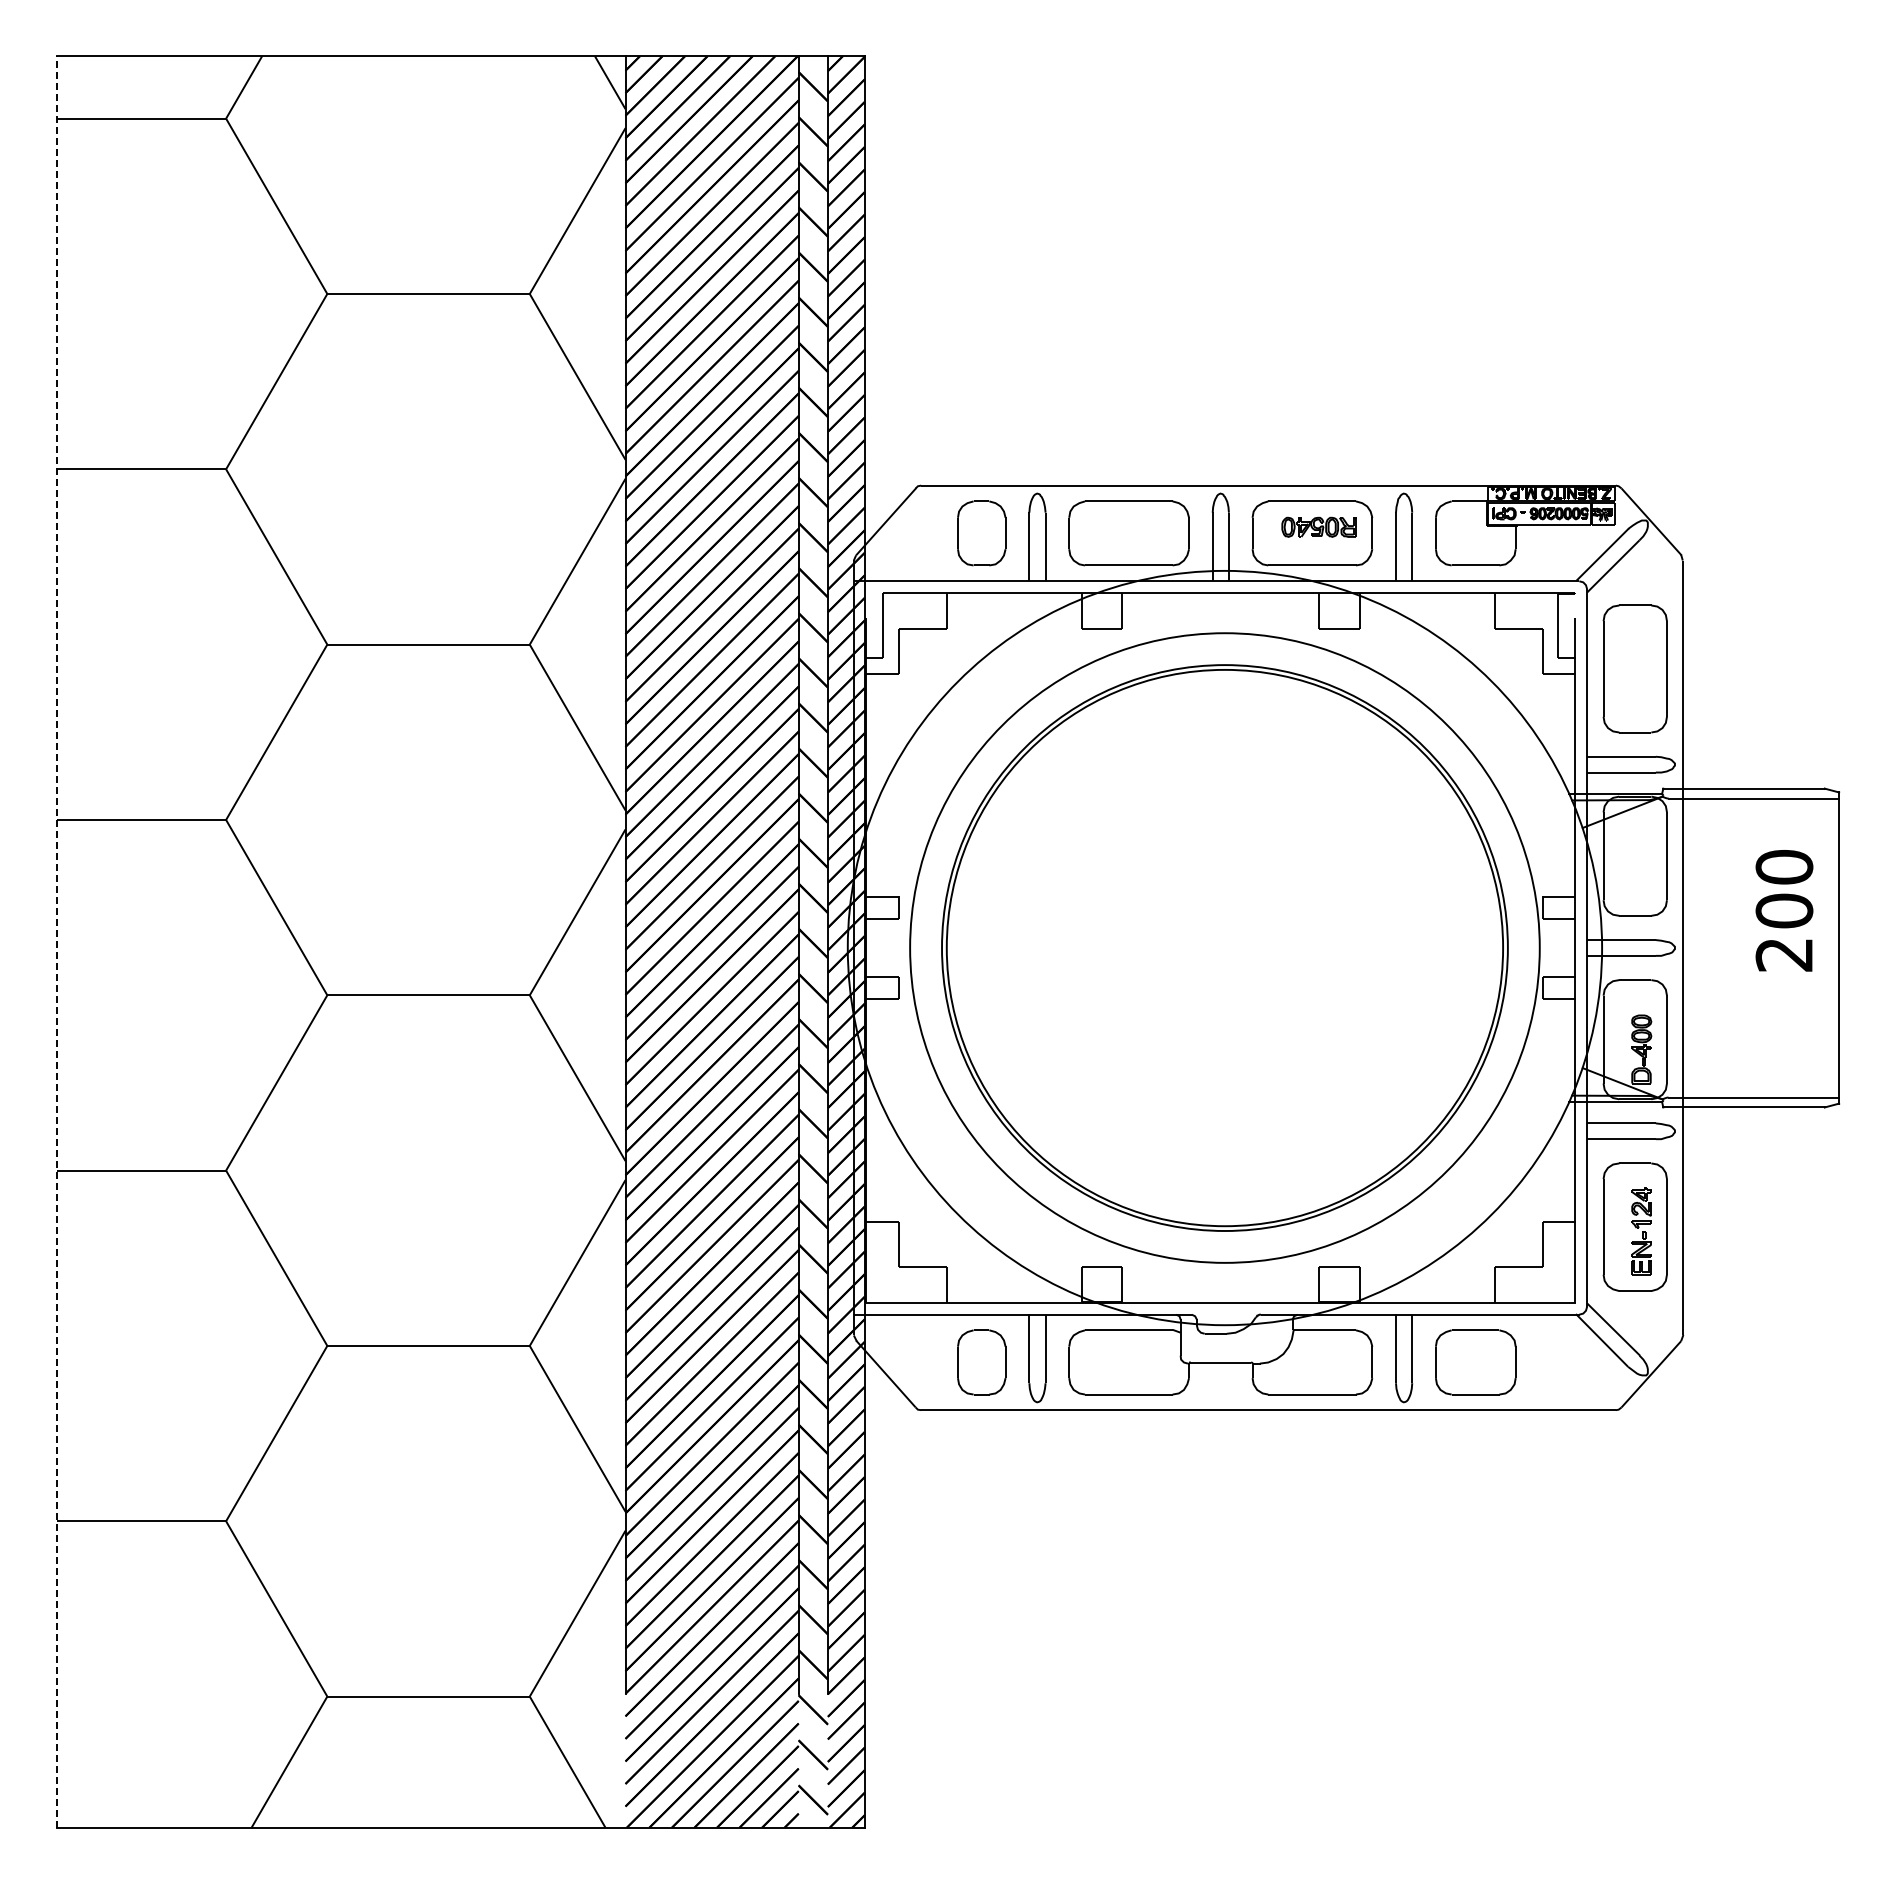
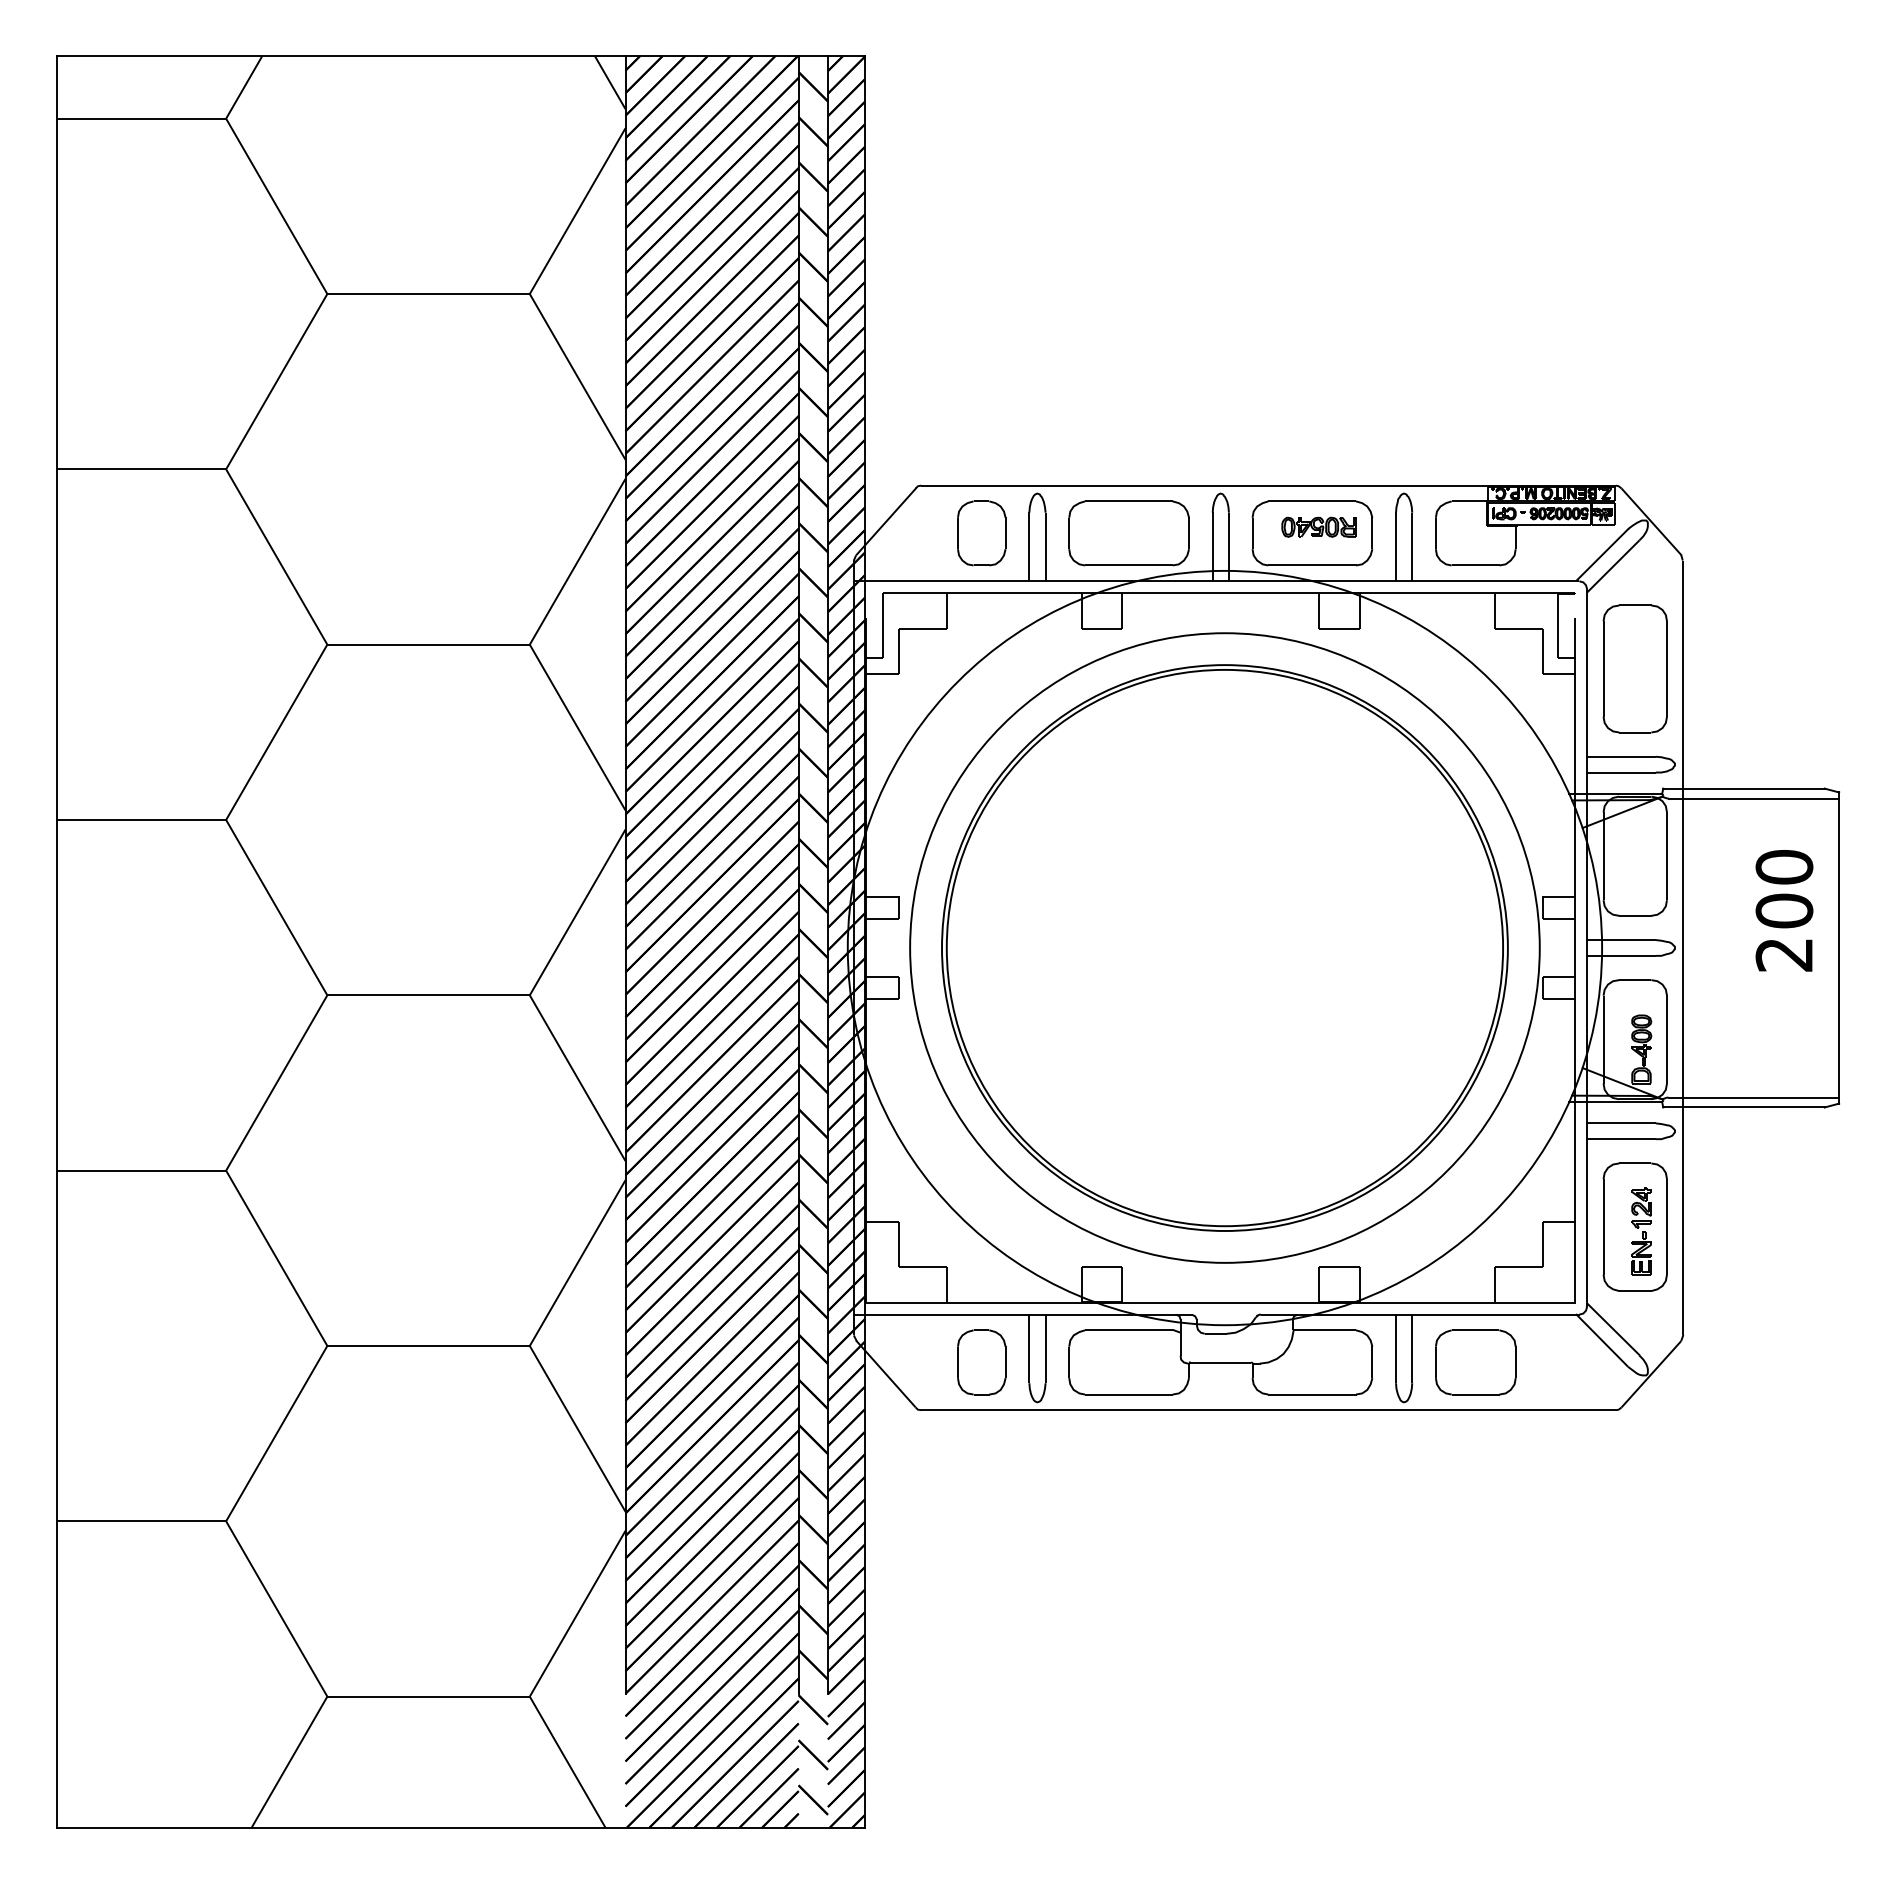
line at (56, 941): dashed -> solid
